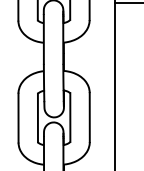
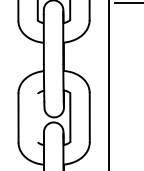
line at (114, 84) position: (114, 84) -> (108, 84)
line at (37, 117): present -> none
